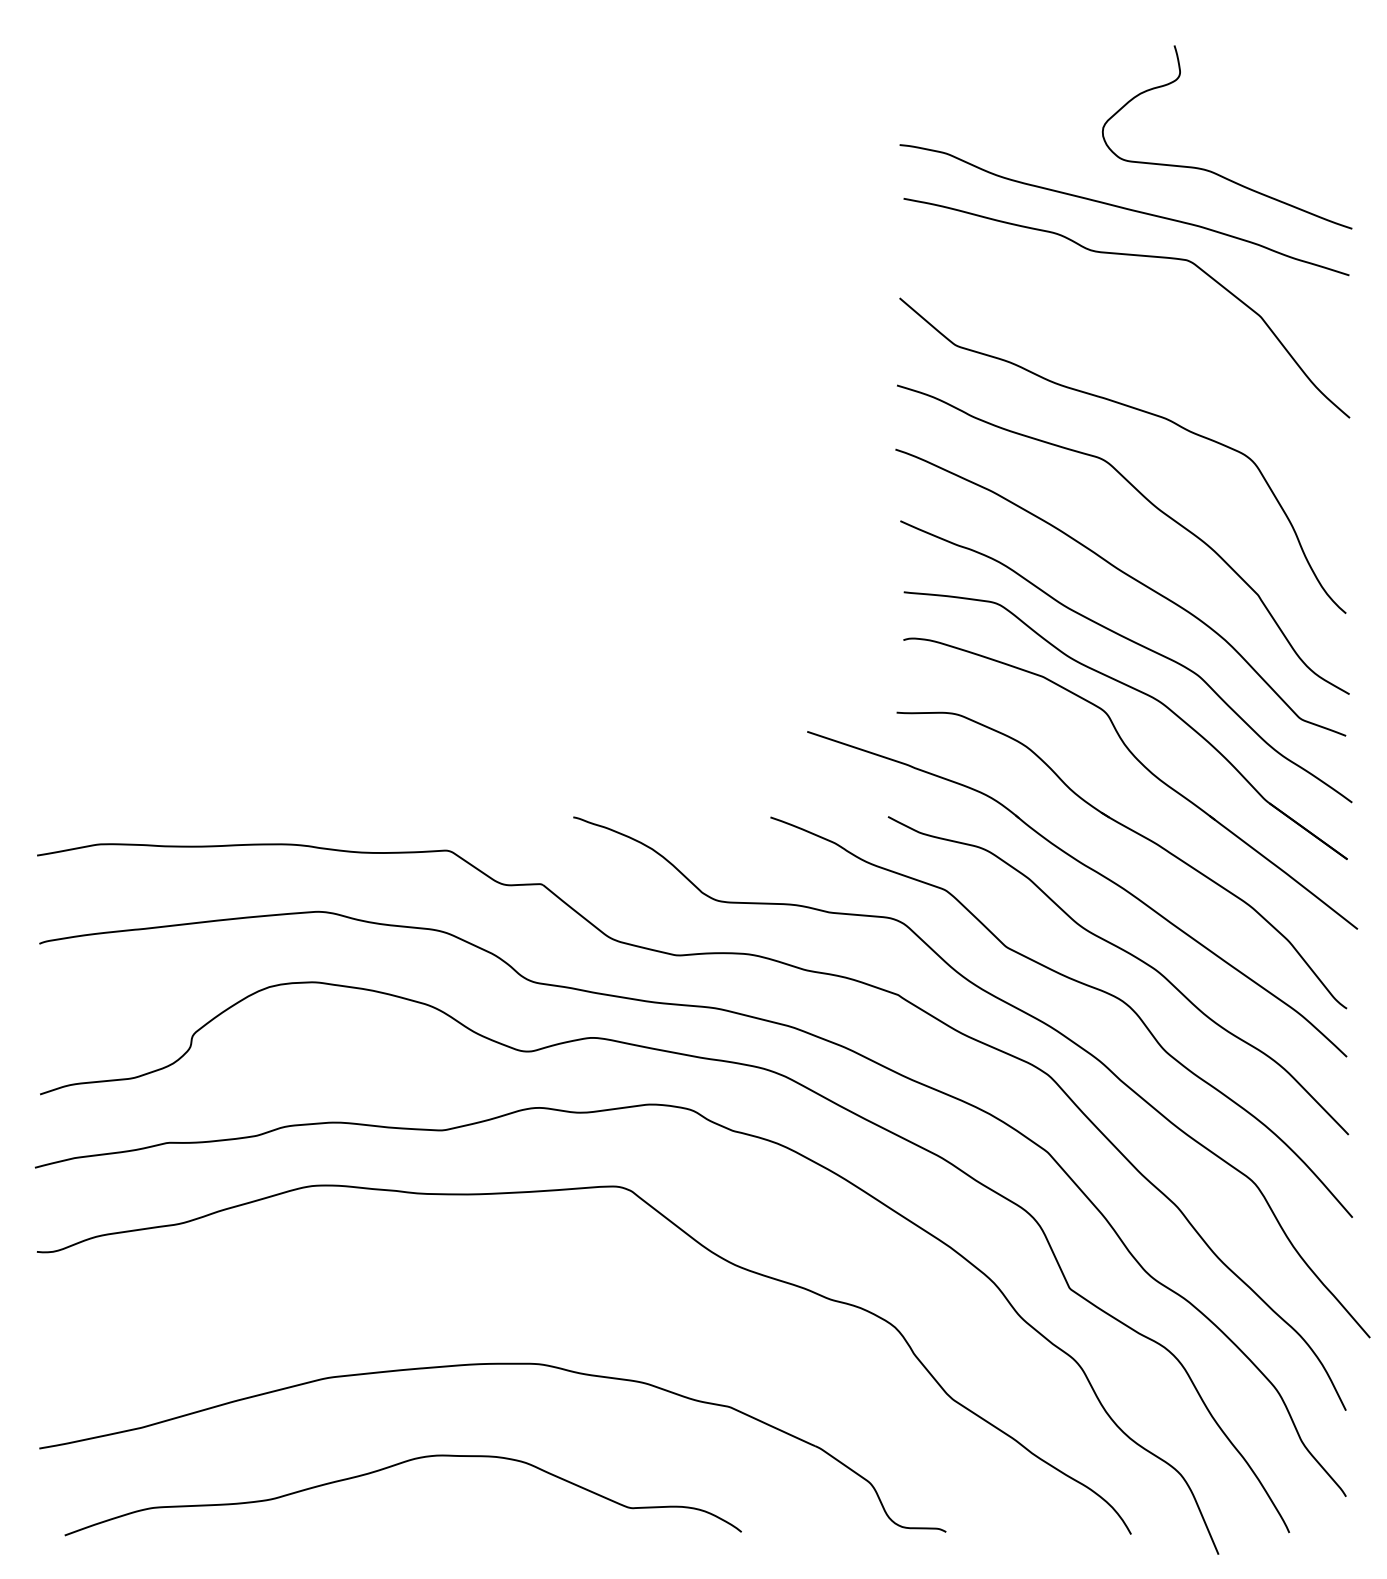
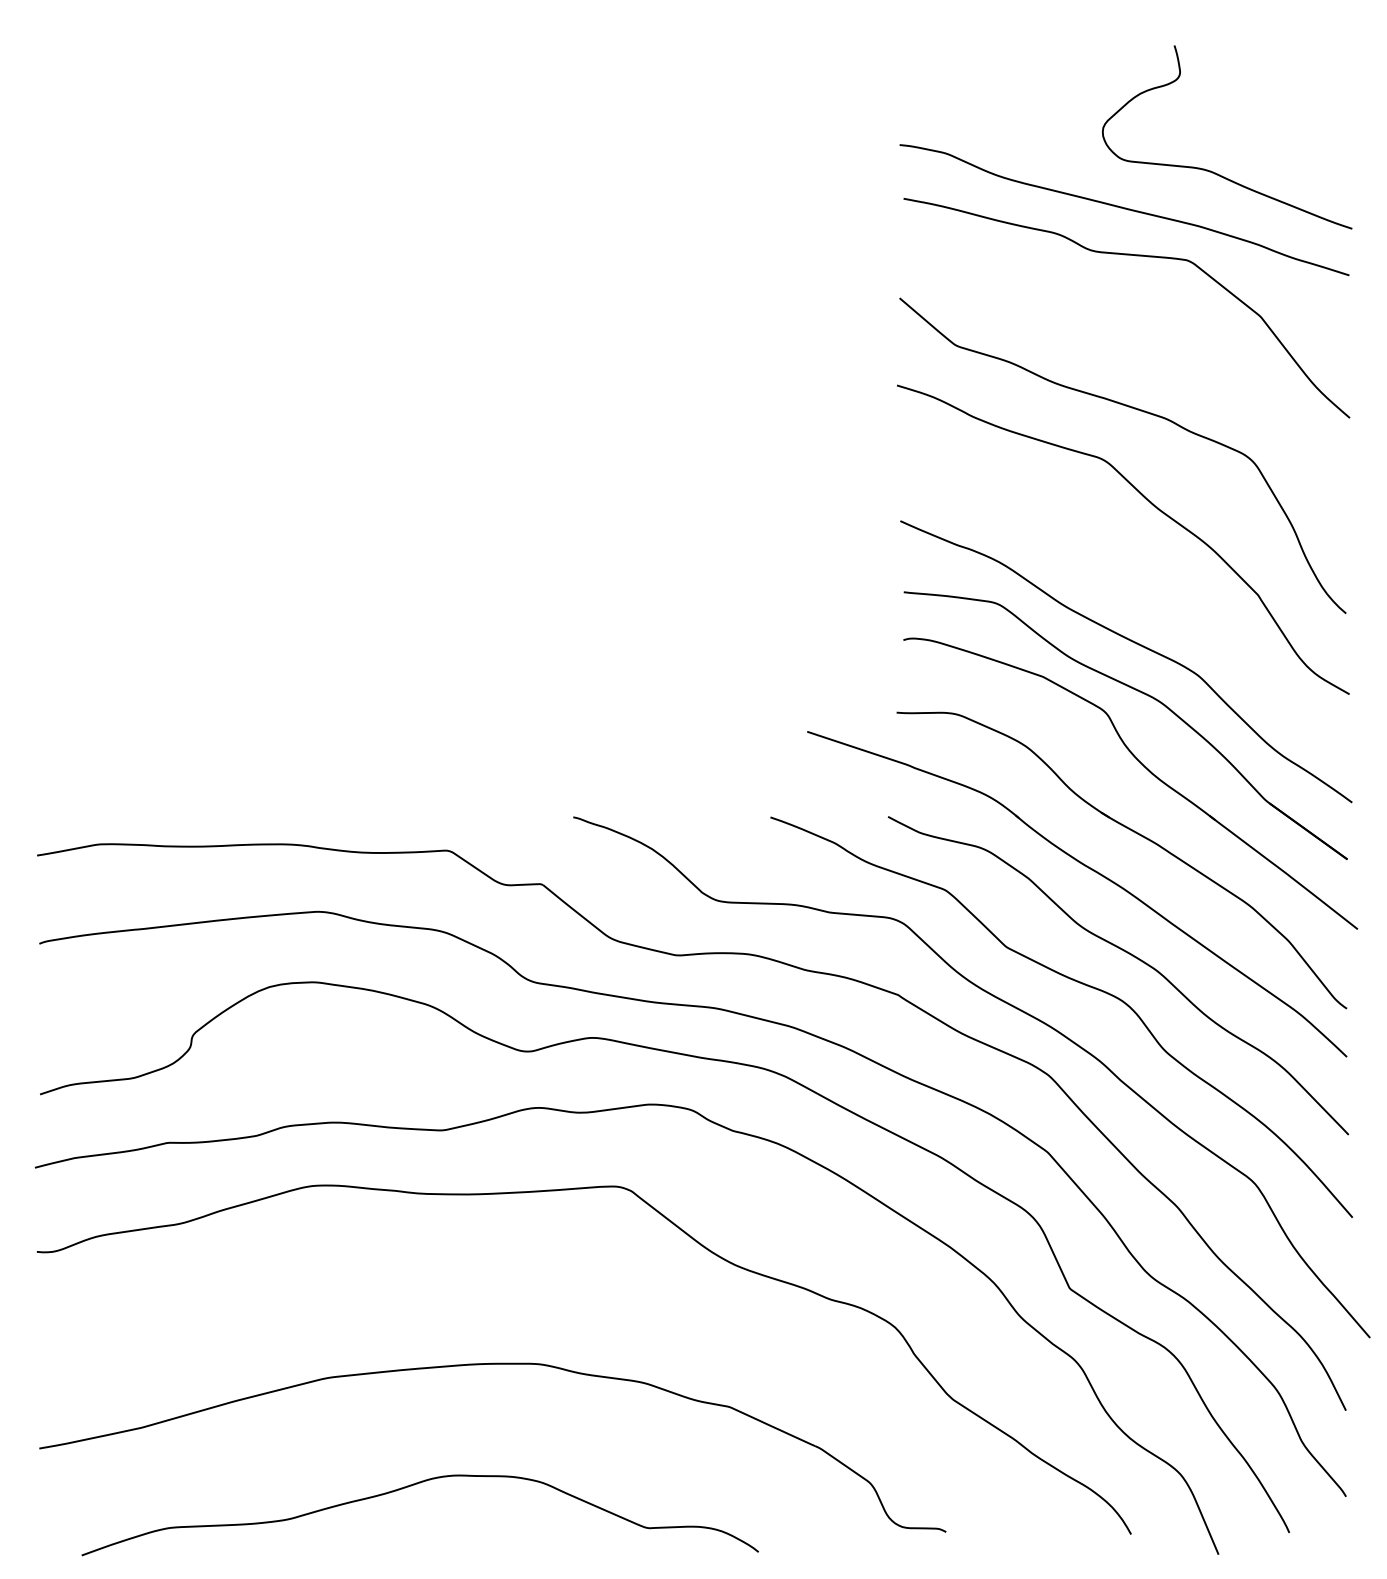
curve at (1129, 577): present -> none
curve at (394, 1466) position: (394, 1466) -> (411, 1486)
